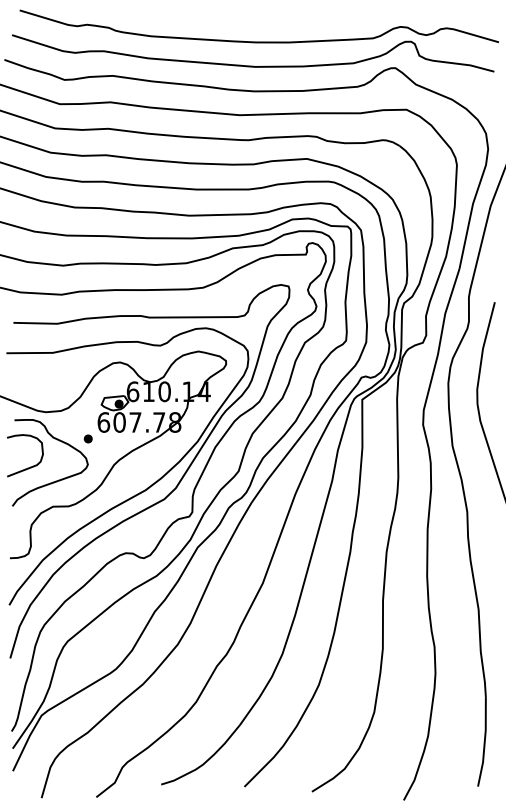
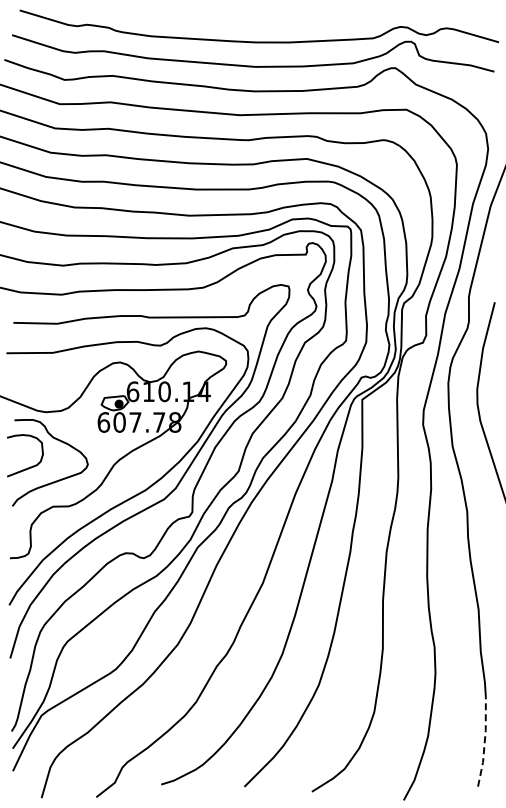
part at (87, 438): present -> none
line at (484, 742): solid -> dashed
